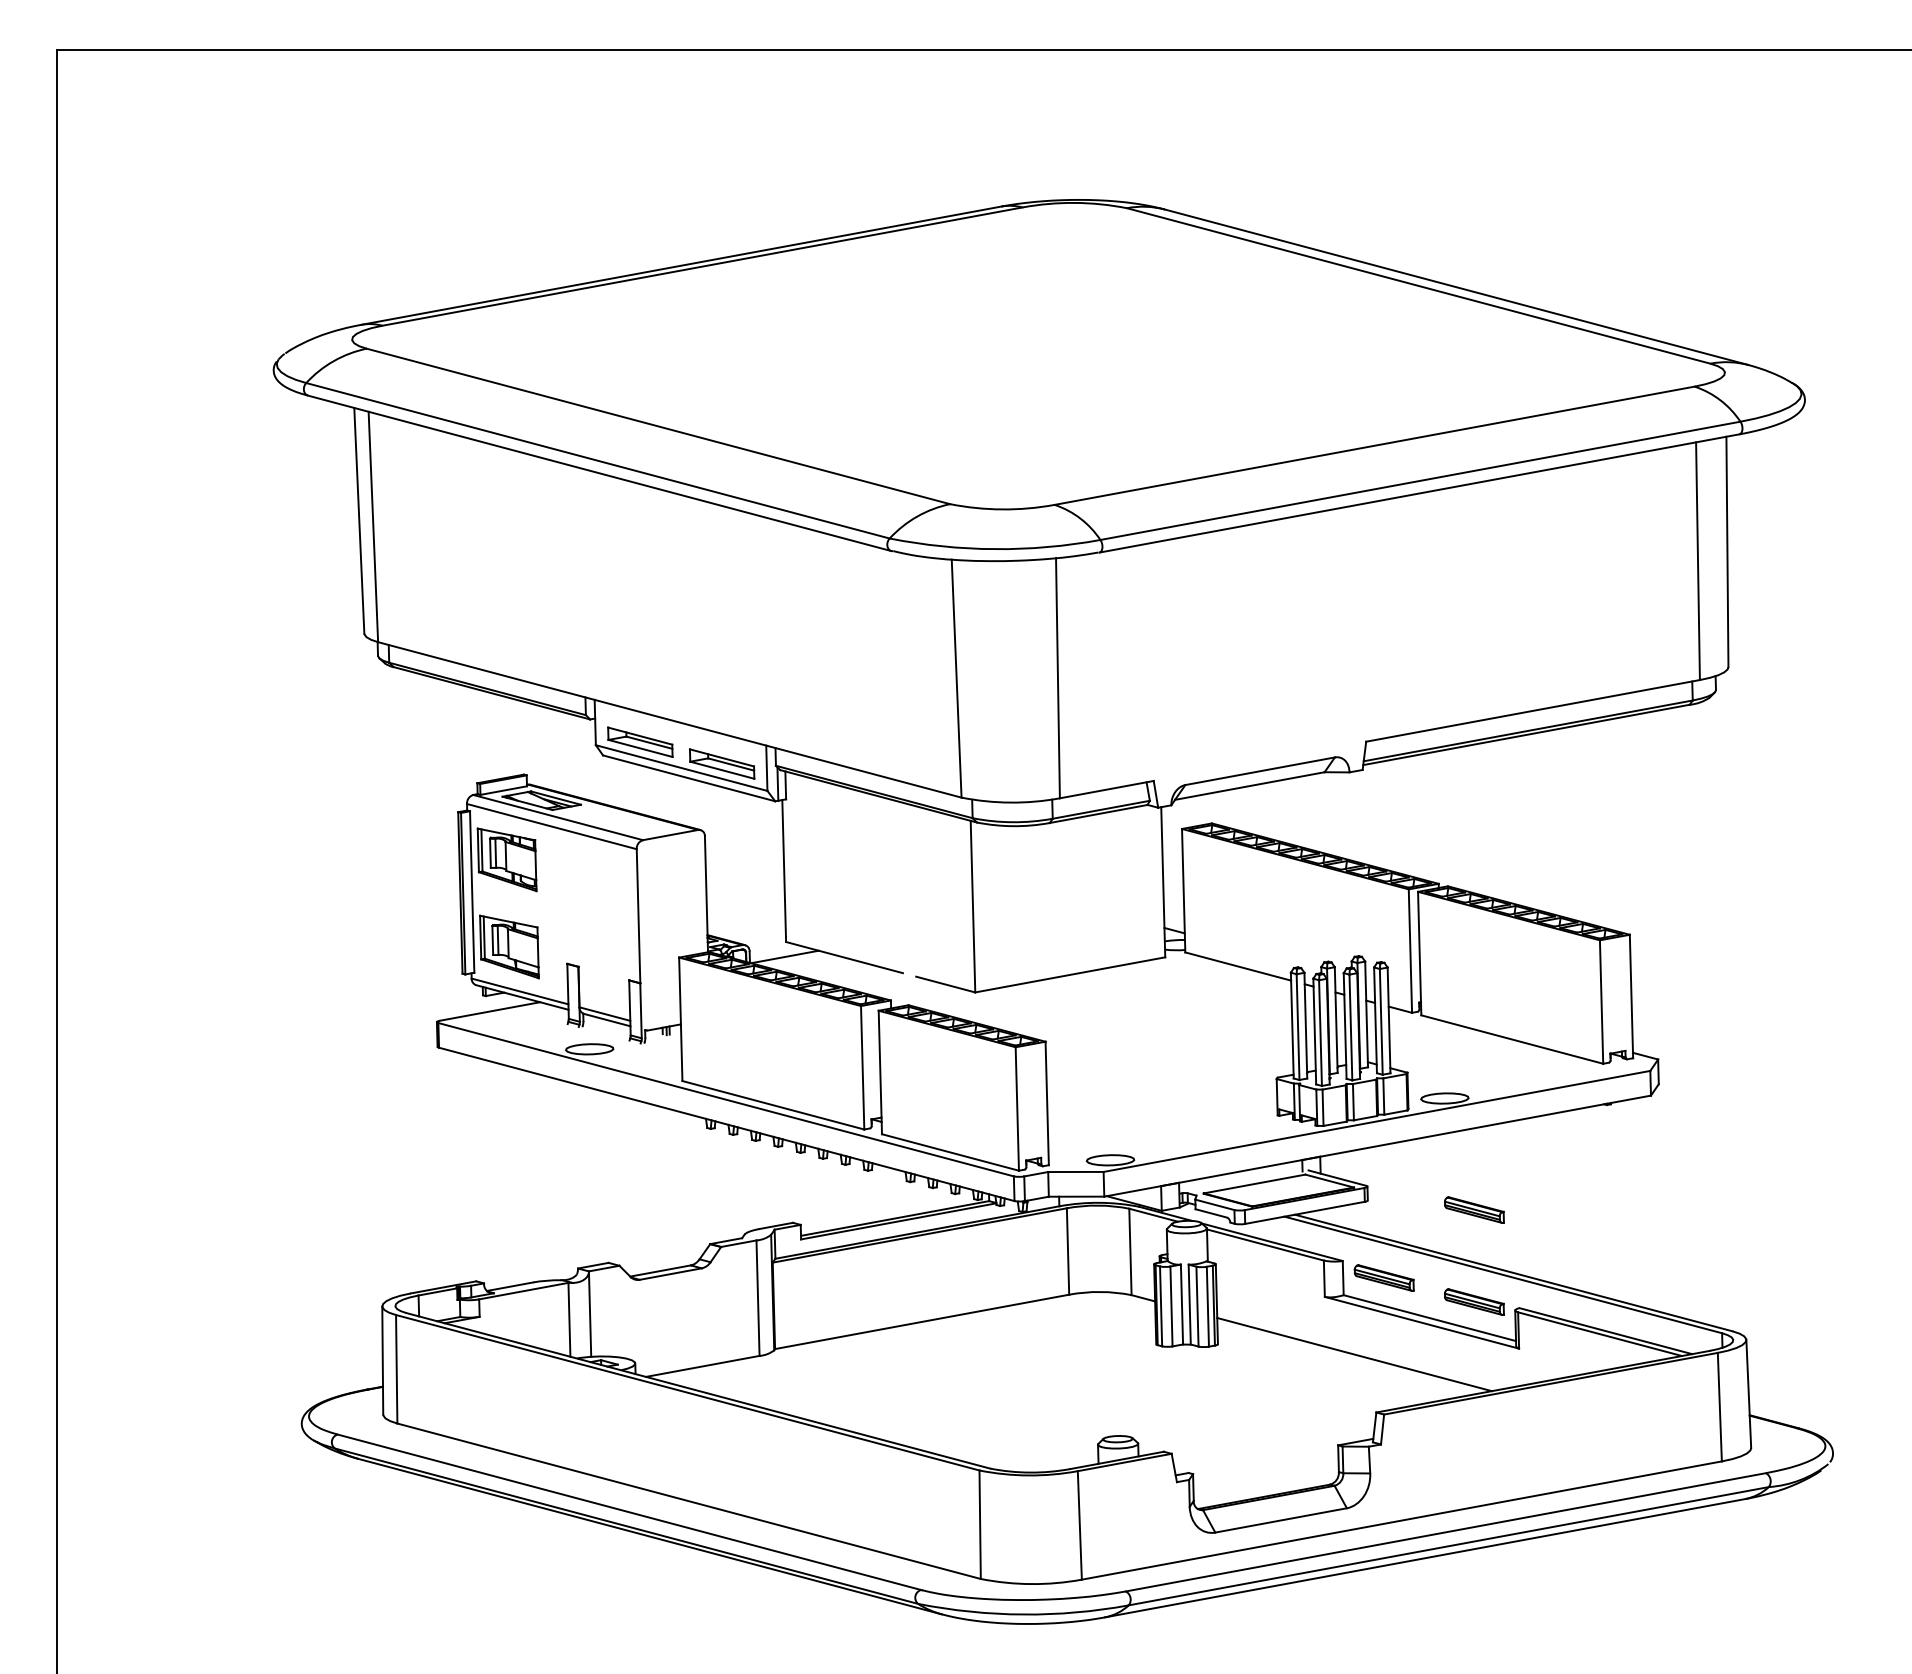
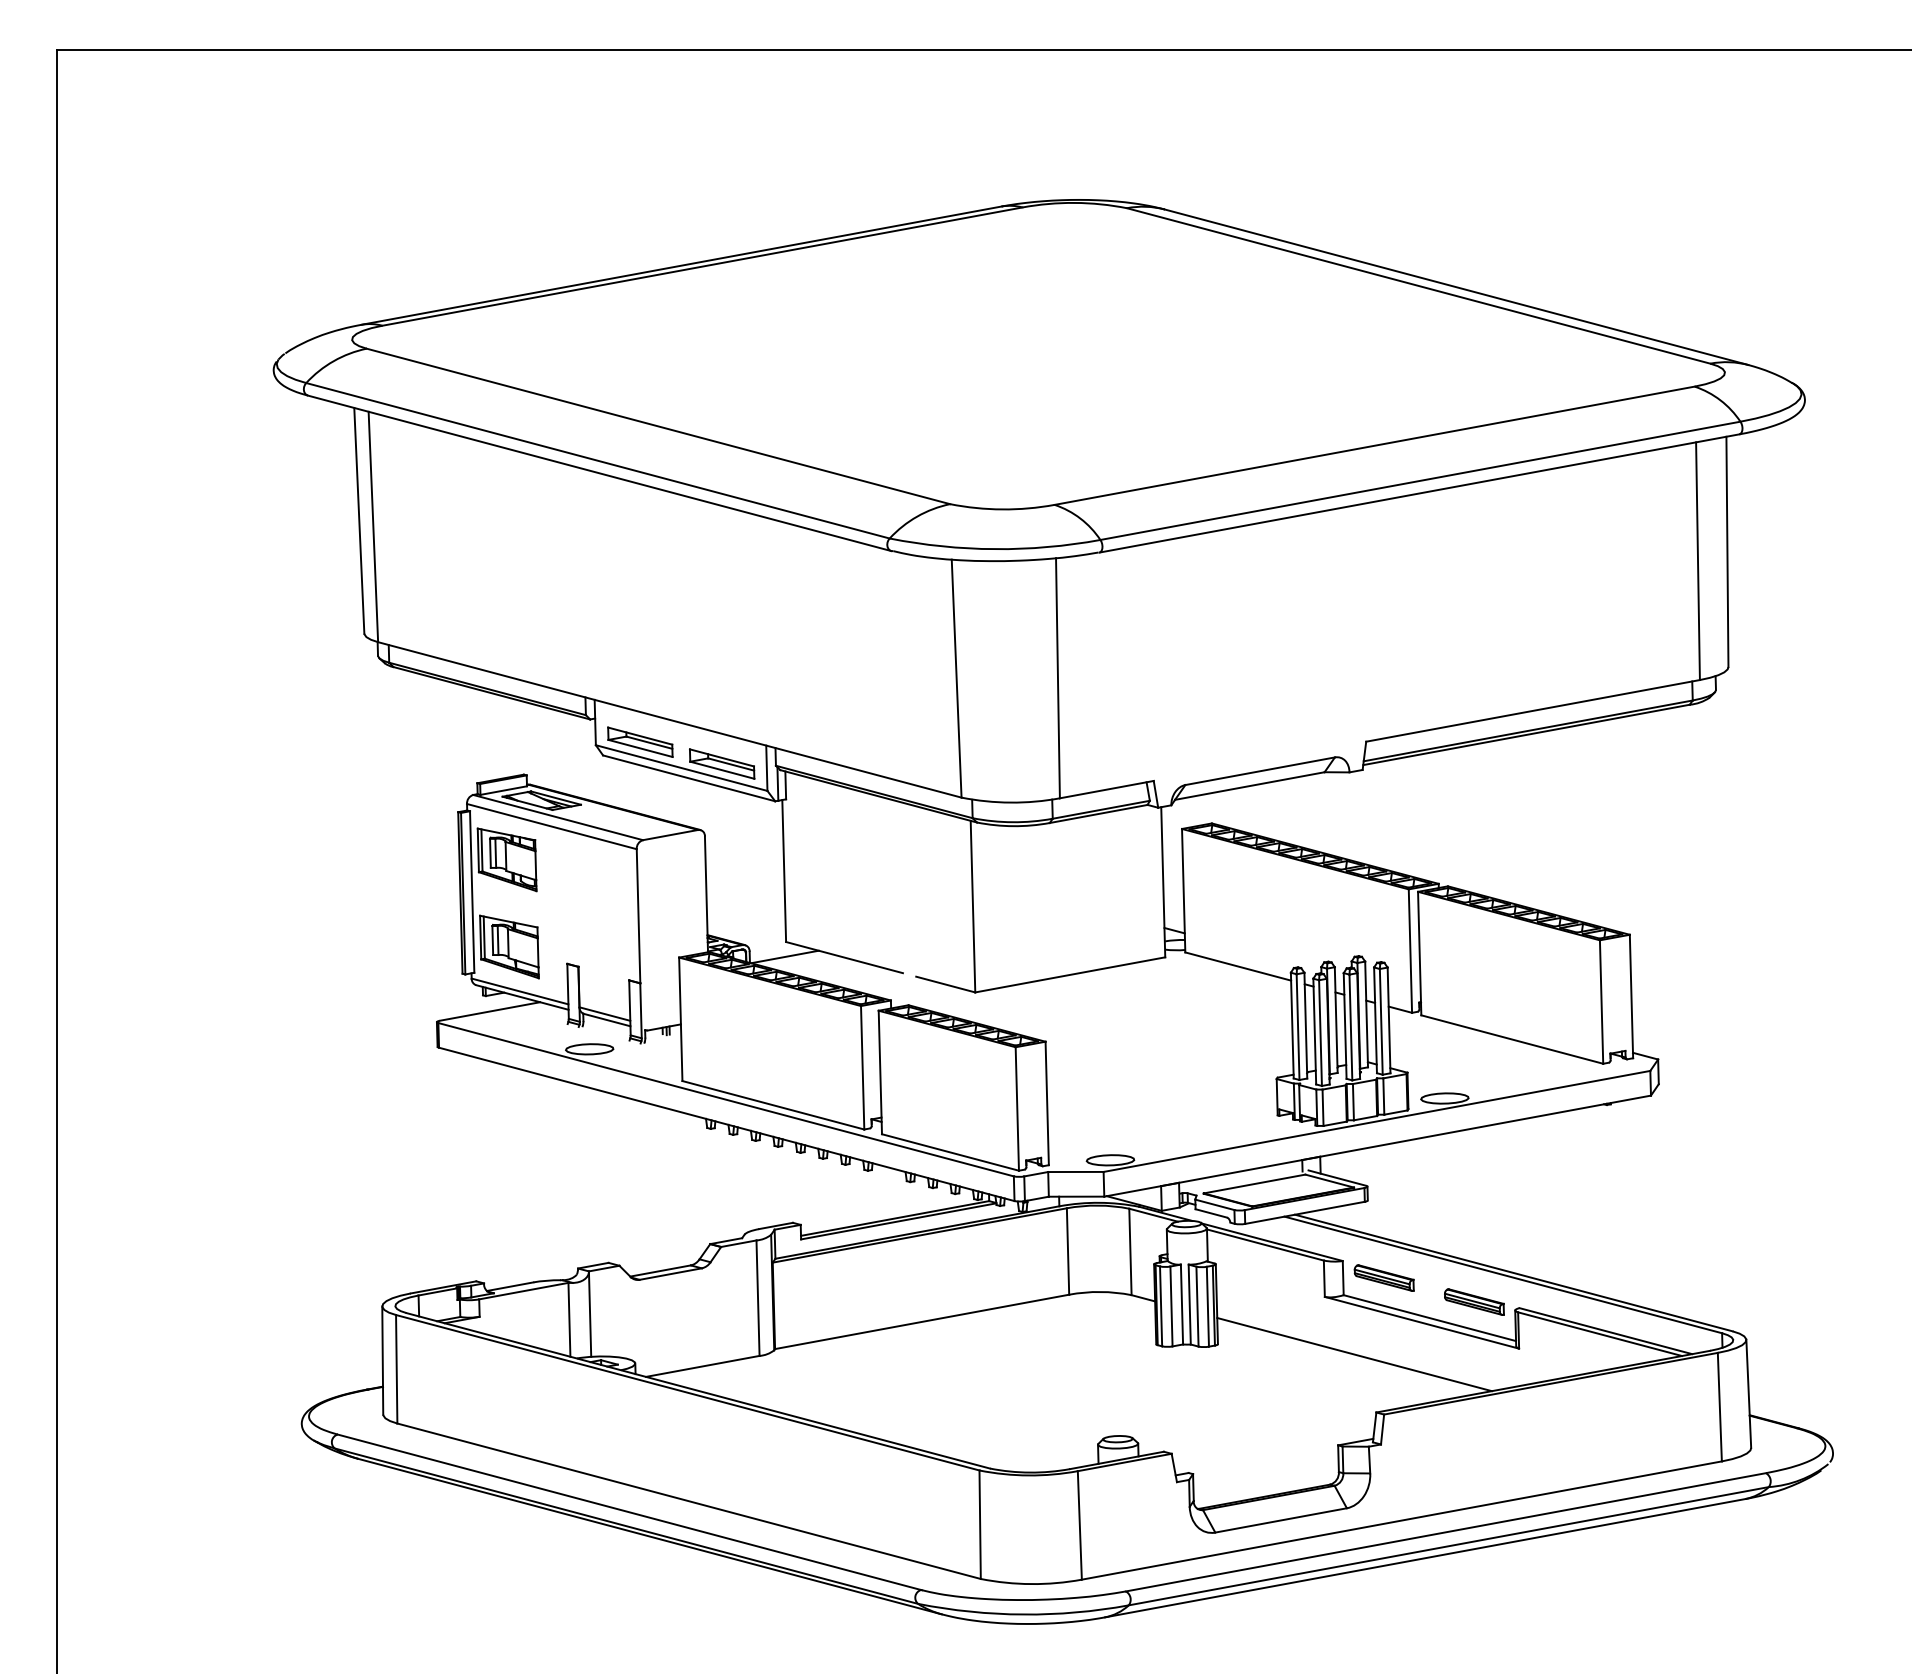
part at (1474, 1209): present -> none
